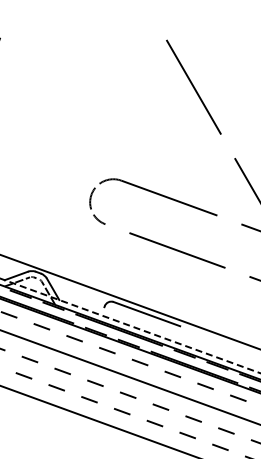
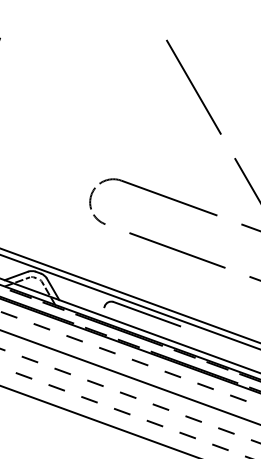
line at (129, 295): none -> present
line at (130, 325): dashed -> solid
